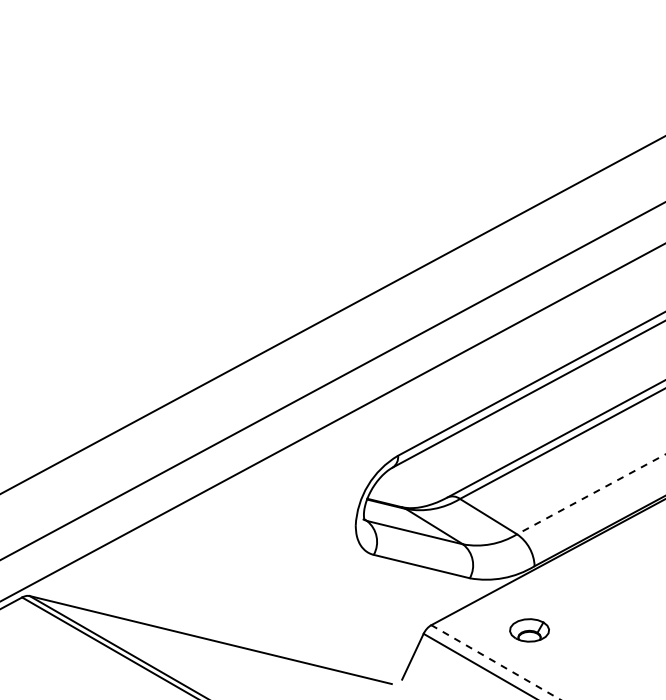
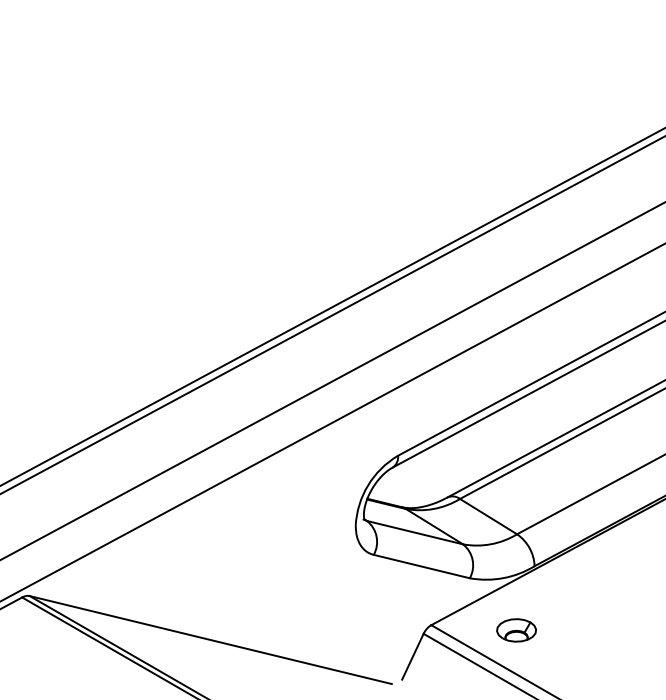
line at (332, 306): none -> present
line at (590, 494): dashed -> solid
part at (529, 630) position: (529, 630) -> (516, 630)
line at (495, 662): dashed -> solid
